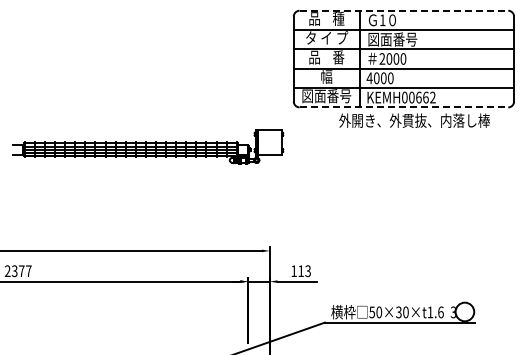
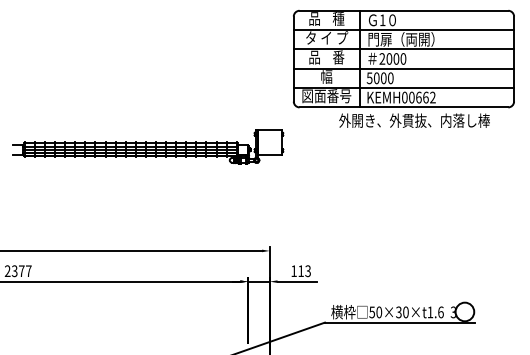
line at (404, 10): dashed -> solid
text at (401, 39): 図面番号 -> 門扉（両開）
text at (369, 78): 4000 -> 5000
line at (404, 107): dashed -> solid
